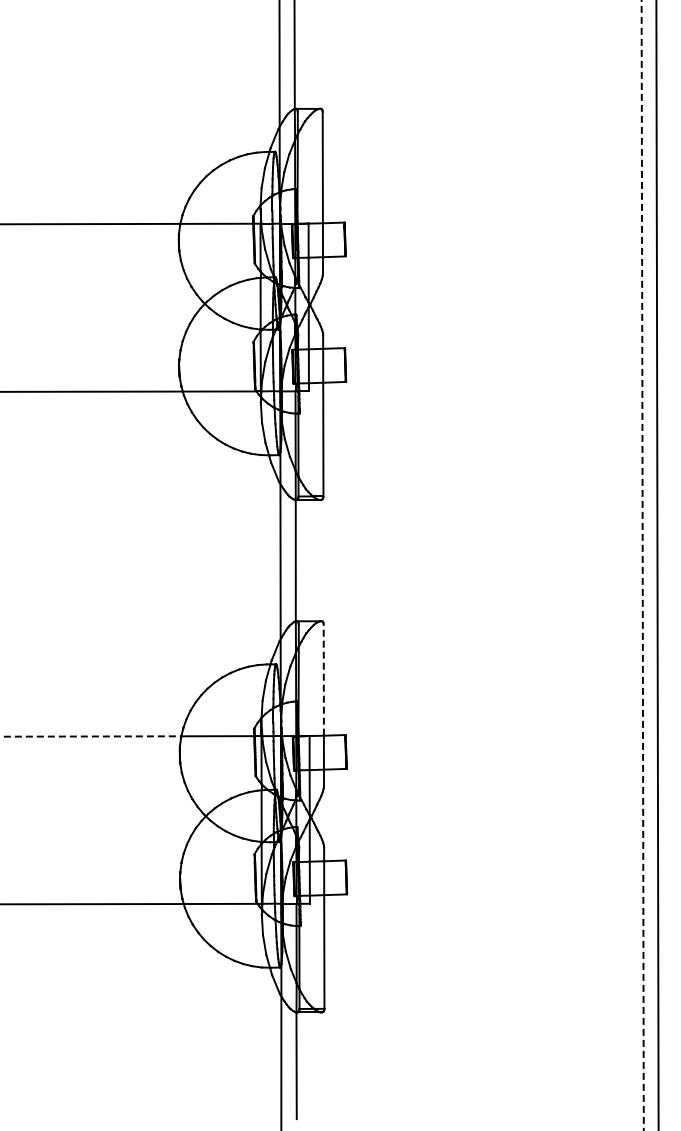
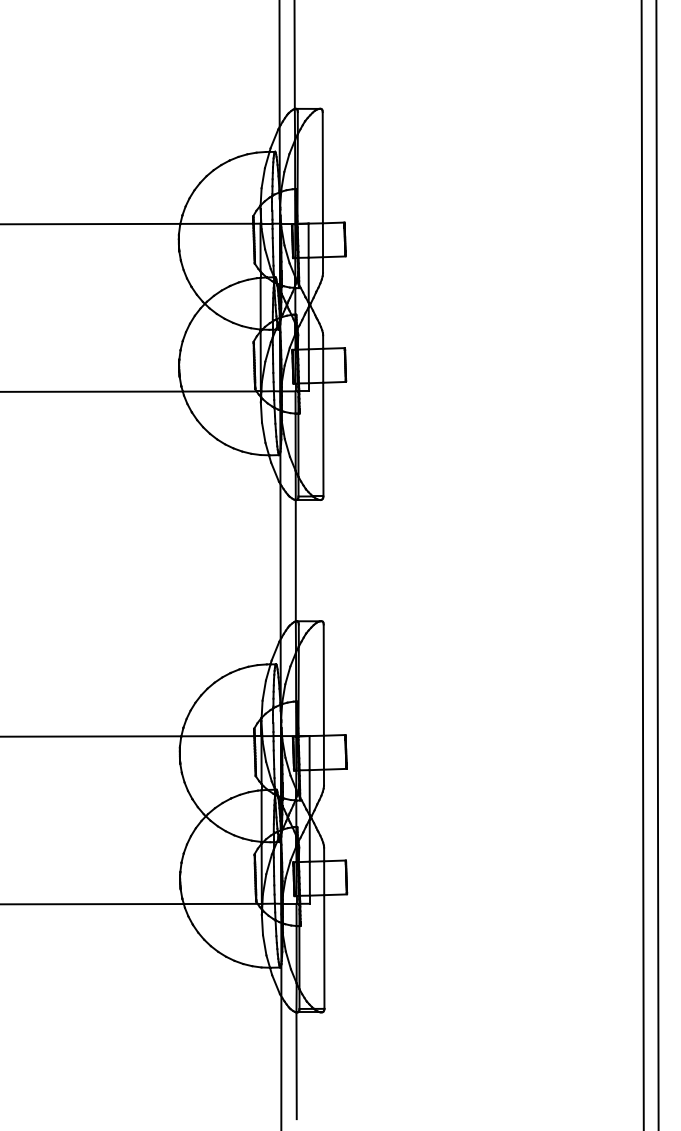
line at (642, 565): dashed -> solid
line at (323, 680): dashed -> solid
line at (91, 736): dashed -> solid
